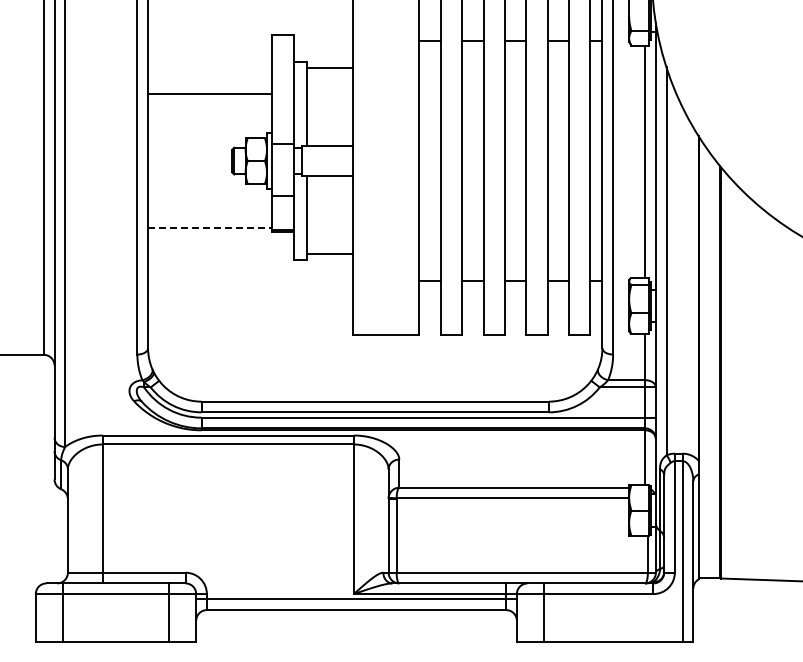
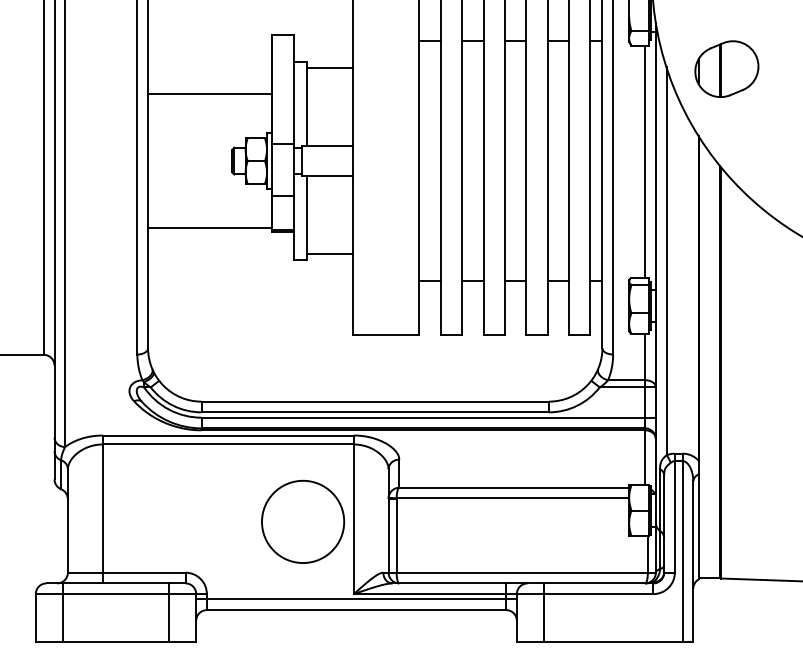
part at (726, 68): none -> present
line at (210, 227): dashed -> solid
circle at (303, 521): none -> present
